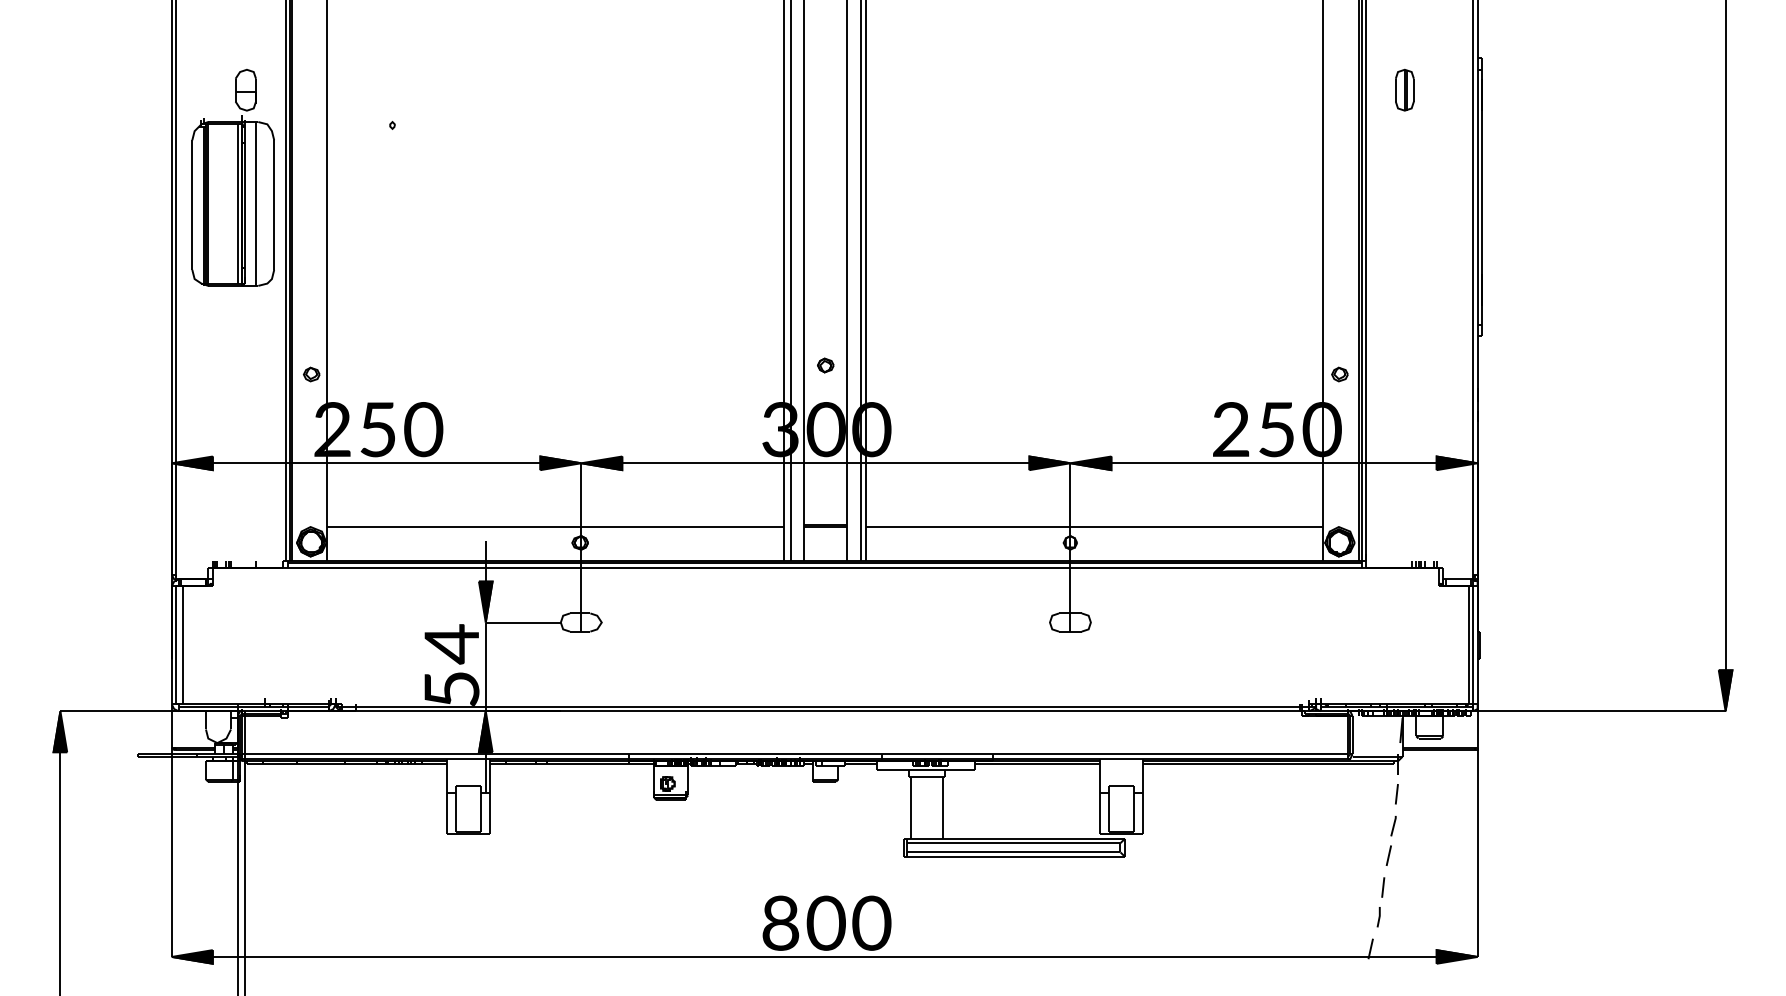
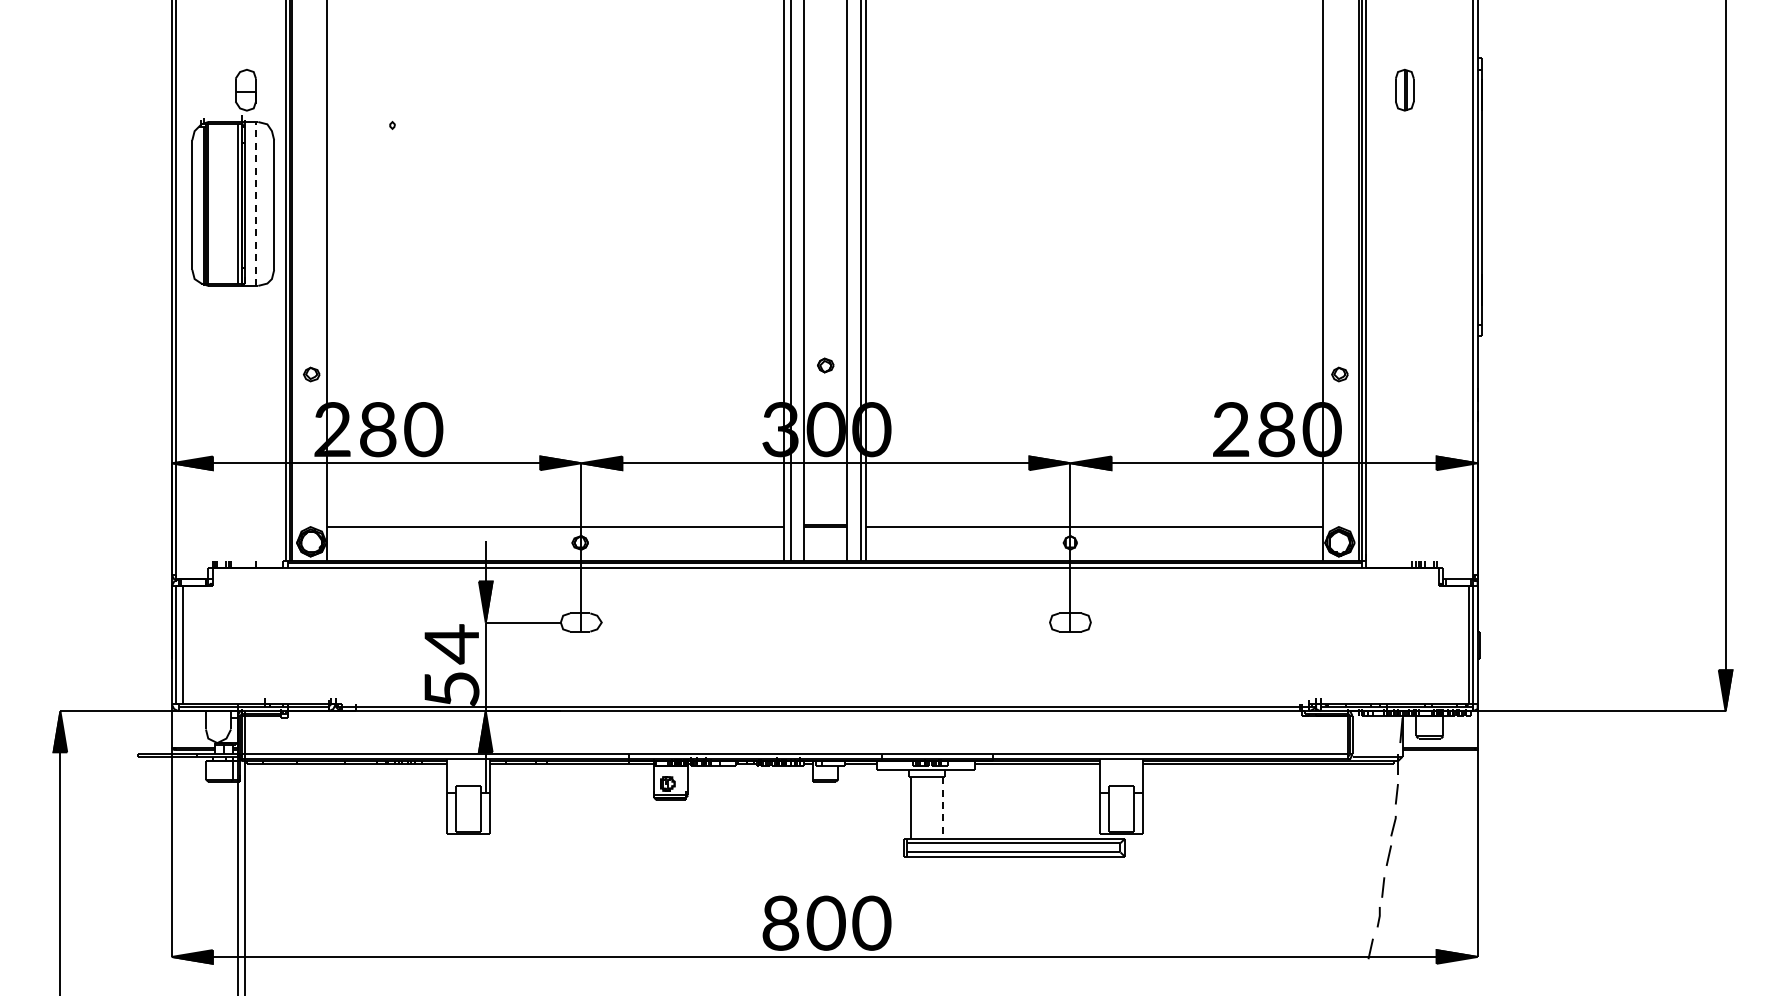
line at (256, 203): solid -> dashed
text at (378, 429): 5 -> 8
text at (1276, 429): 5 -> 8
line at (943, 807): solid -> dashed
